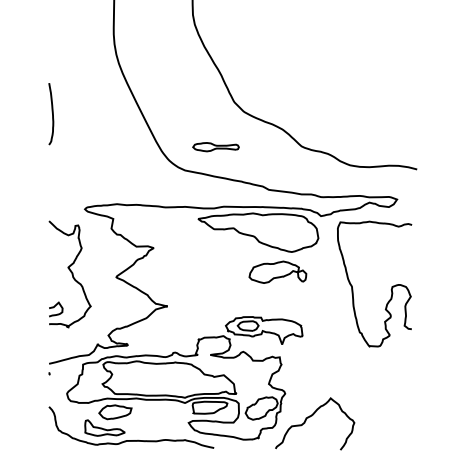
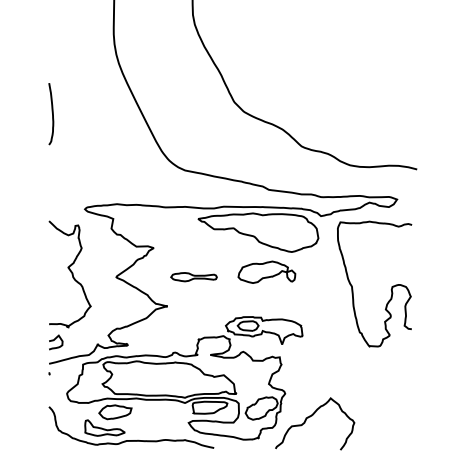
part at (215, 147) position: (215, 147) -> (193, 277)
part at (277, 271) position: (277, 271) -> (266, 271)
curve at (54, 307) position: (54, 307) -> (54, 340)
